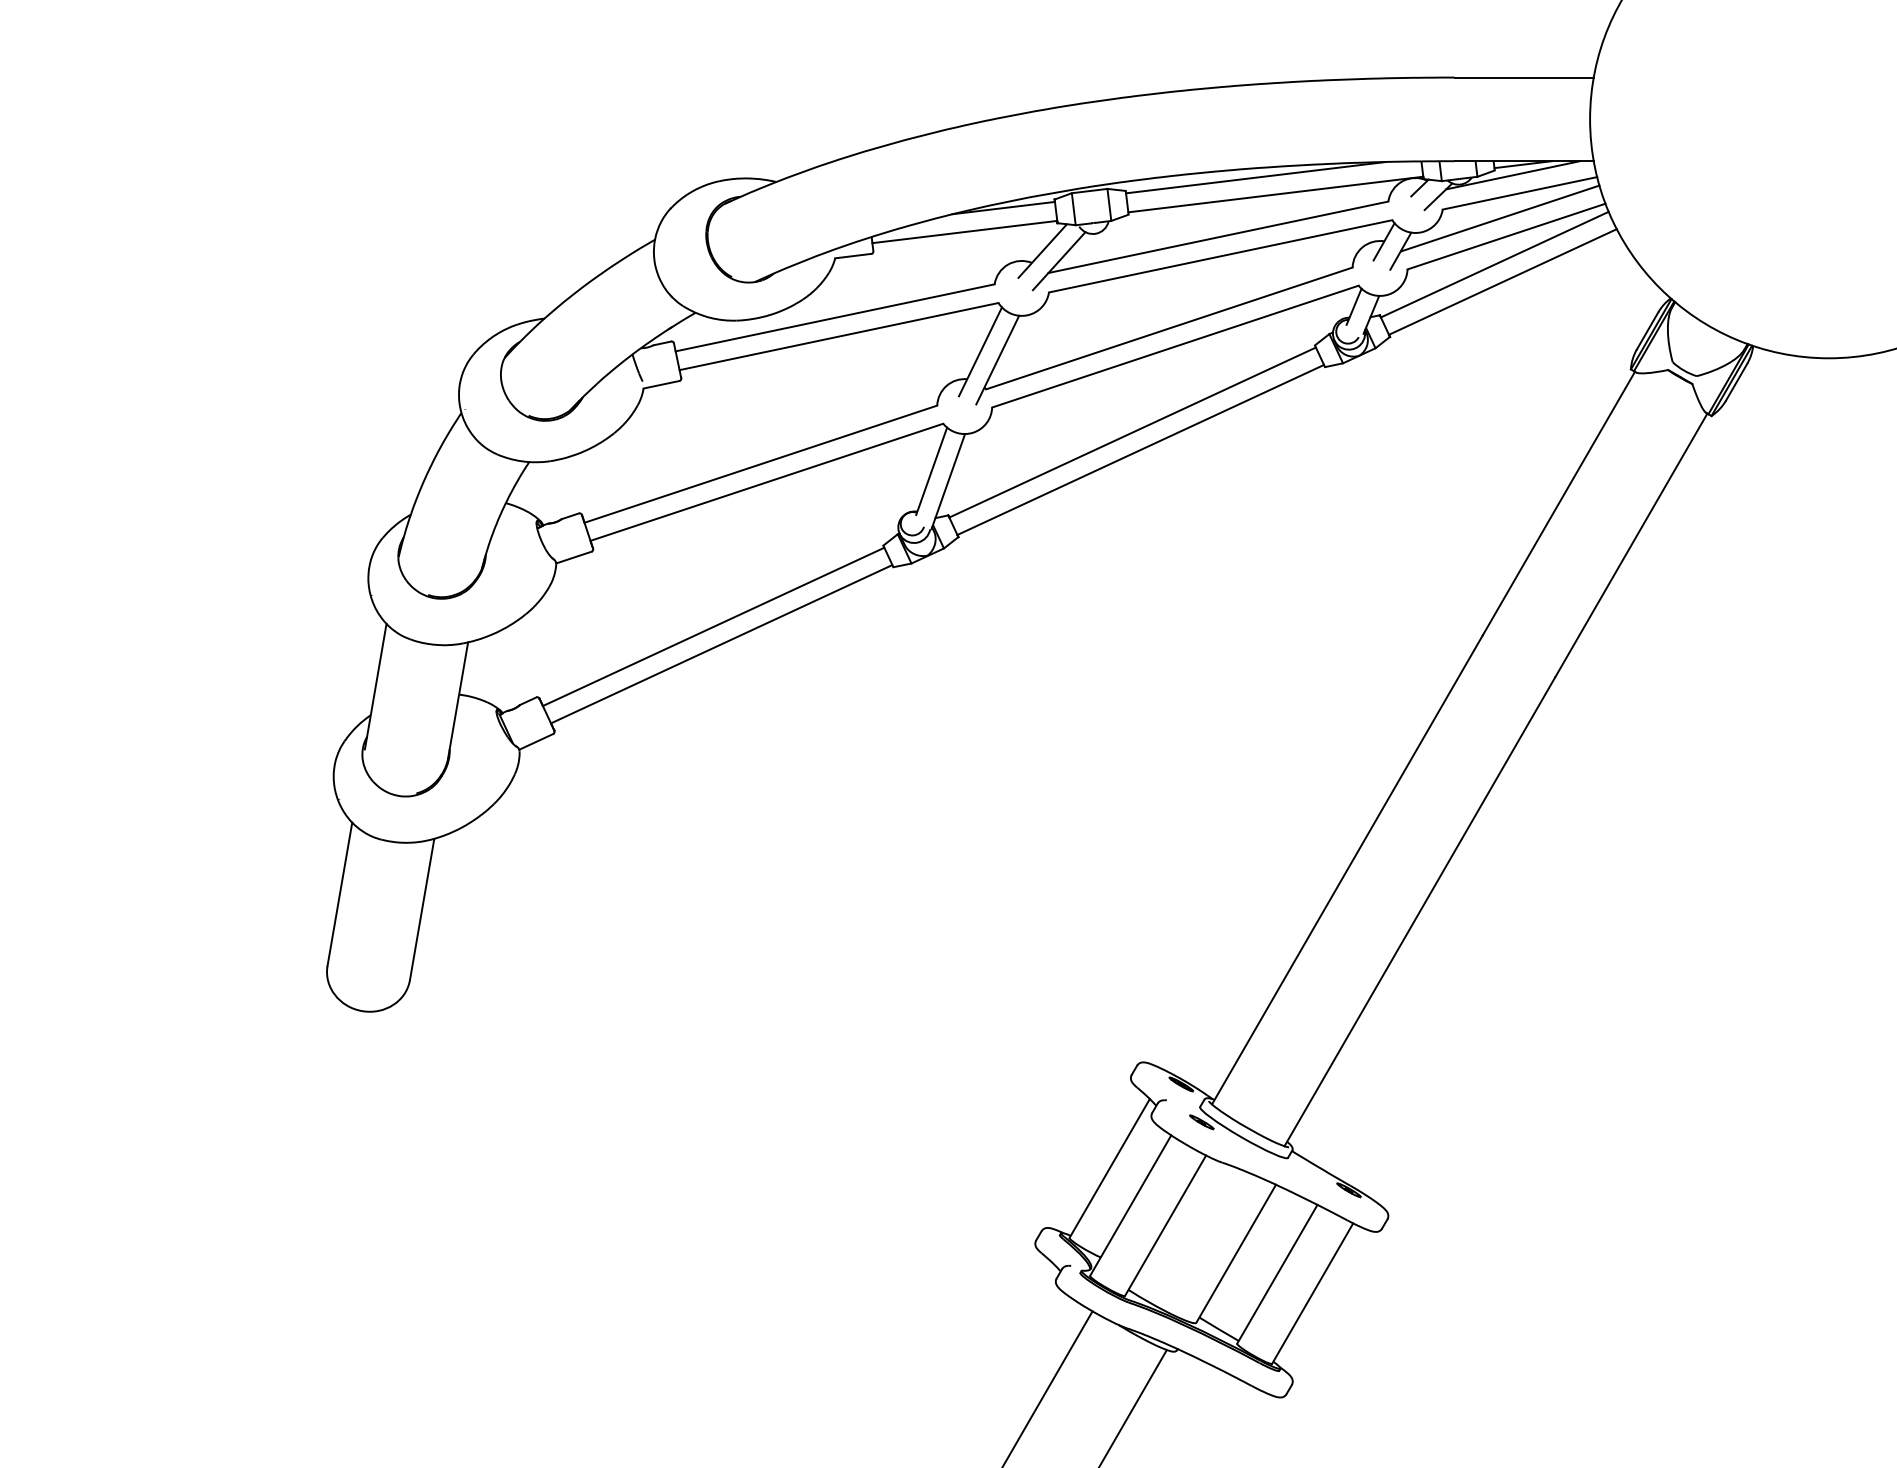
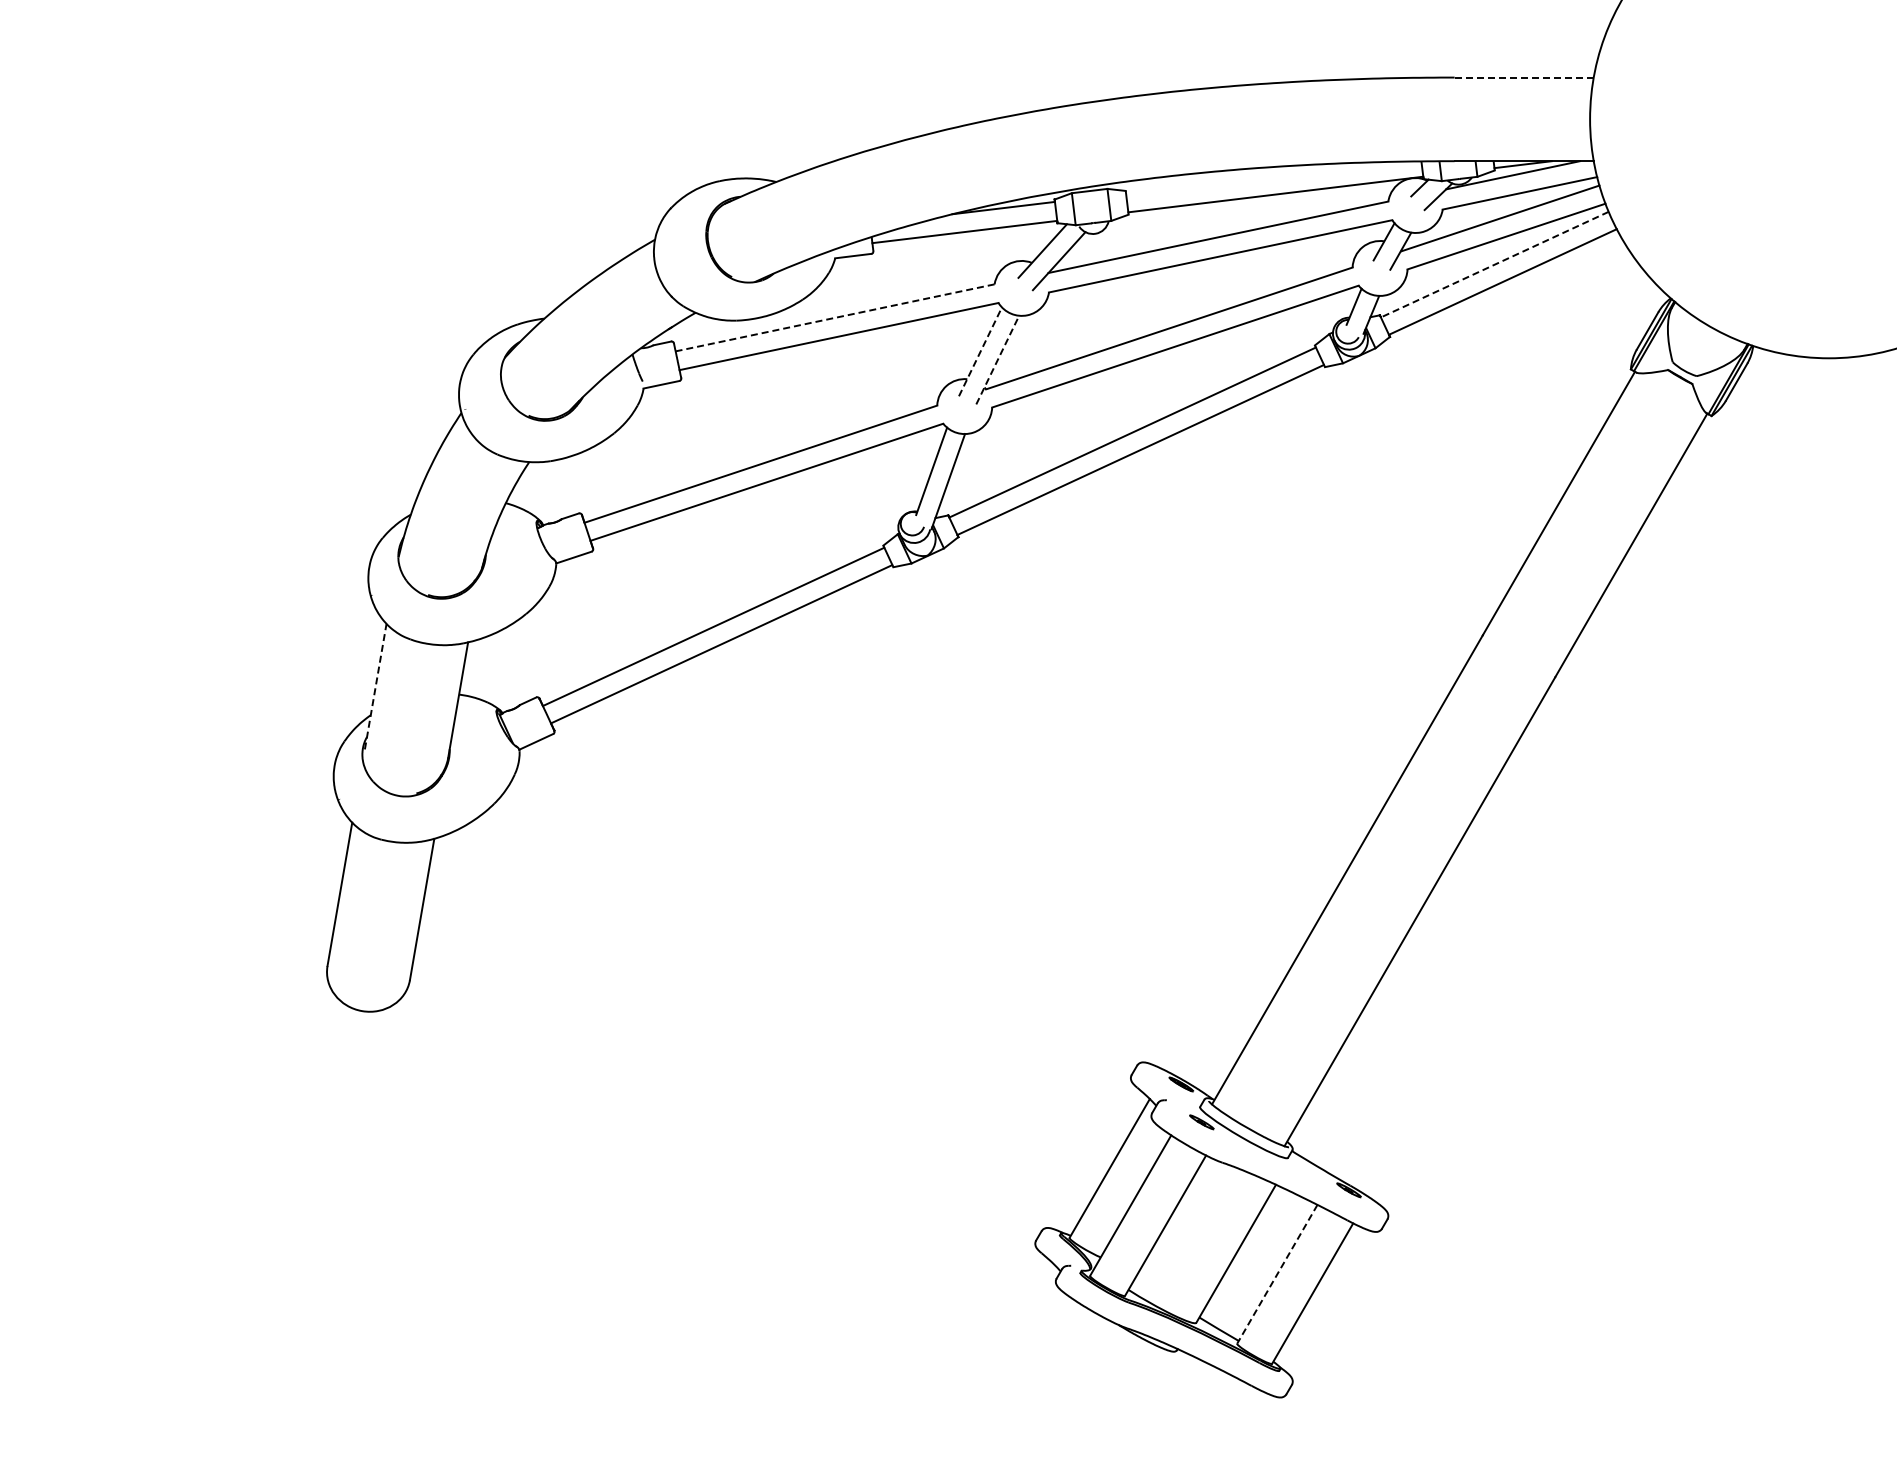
line at (1524, 77): solid -> dashed
line at (1255, 177): present -> none
line at (1494, 264): solid -> dashed
line at (835, 317): solid -> dashed
line at (980, 351): solid -> dashed
line at (997, 359): solid -> dashed
line at (375, 686): solid -> dashed
line at (1277, 1274): solid -> dashed
line at (1048, 1387): present -> none
line at (1133, 1407): present -> none
